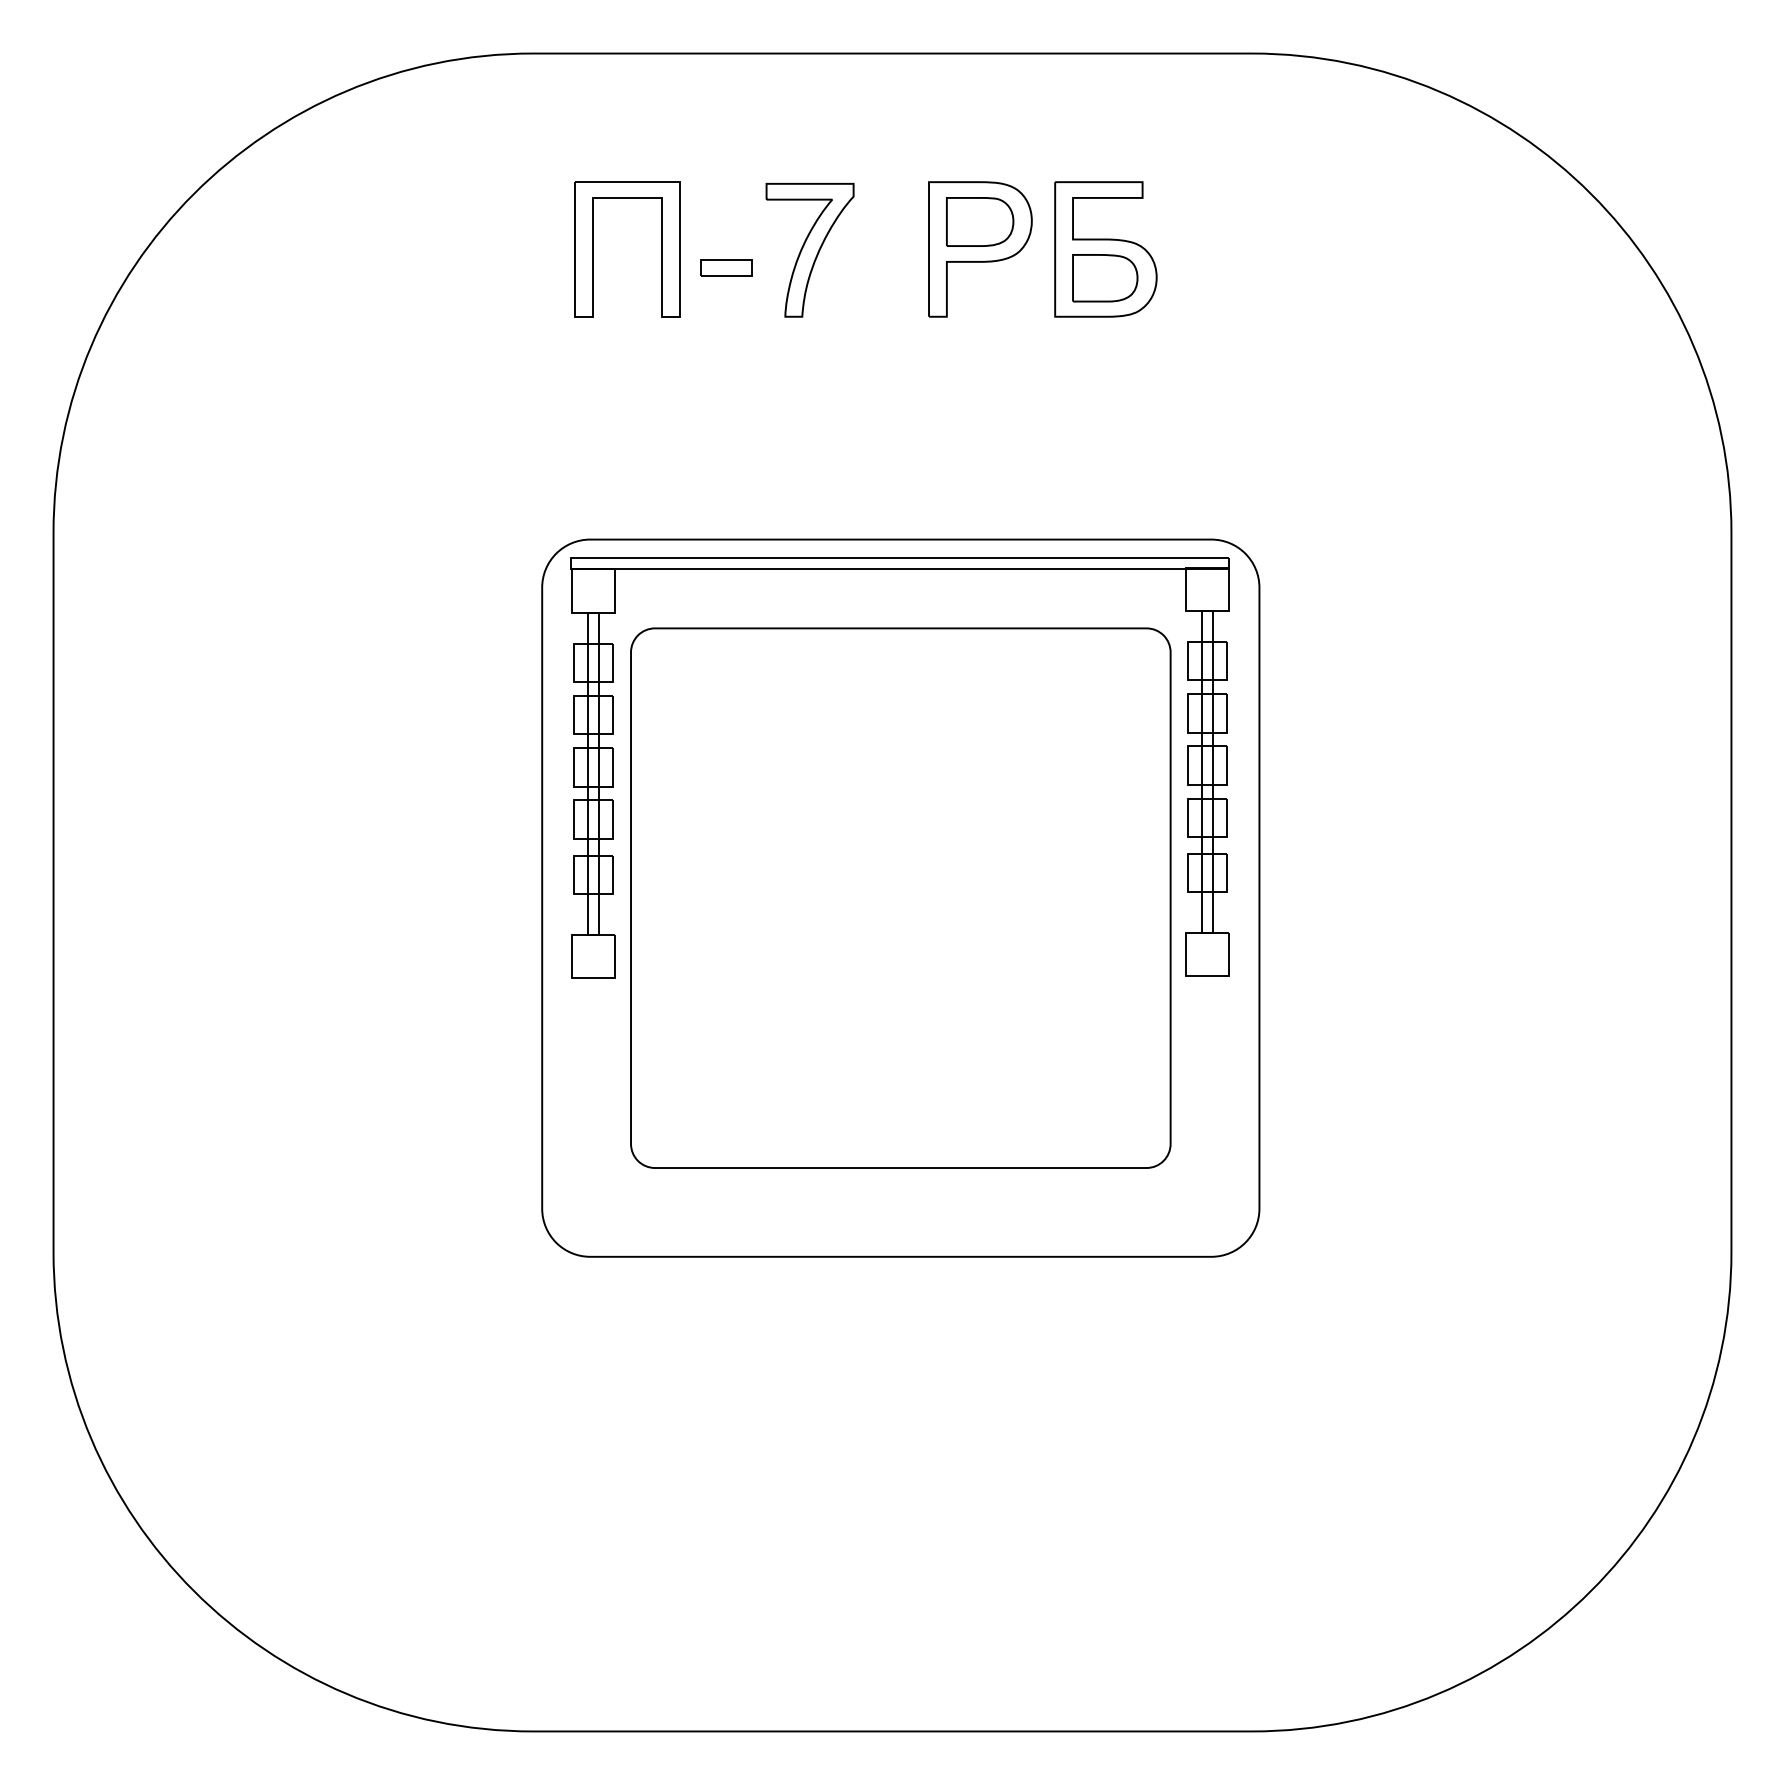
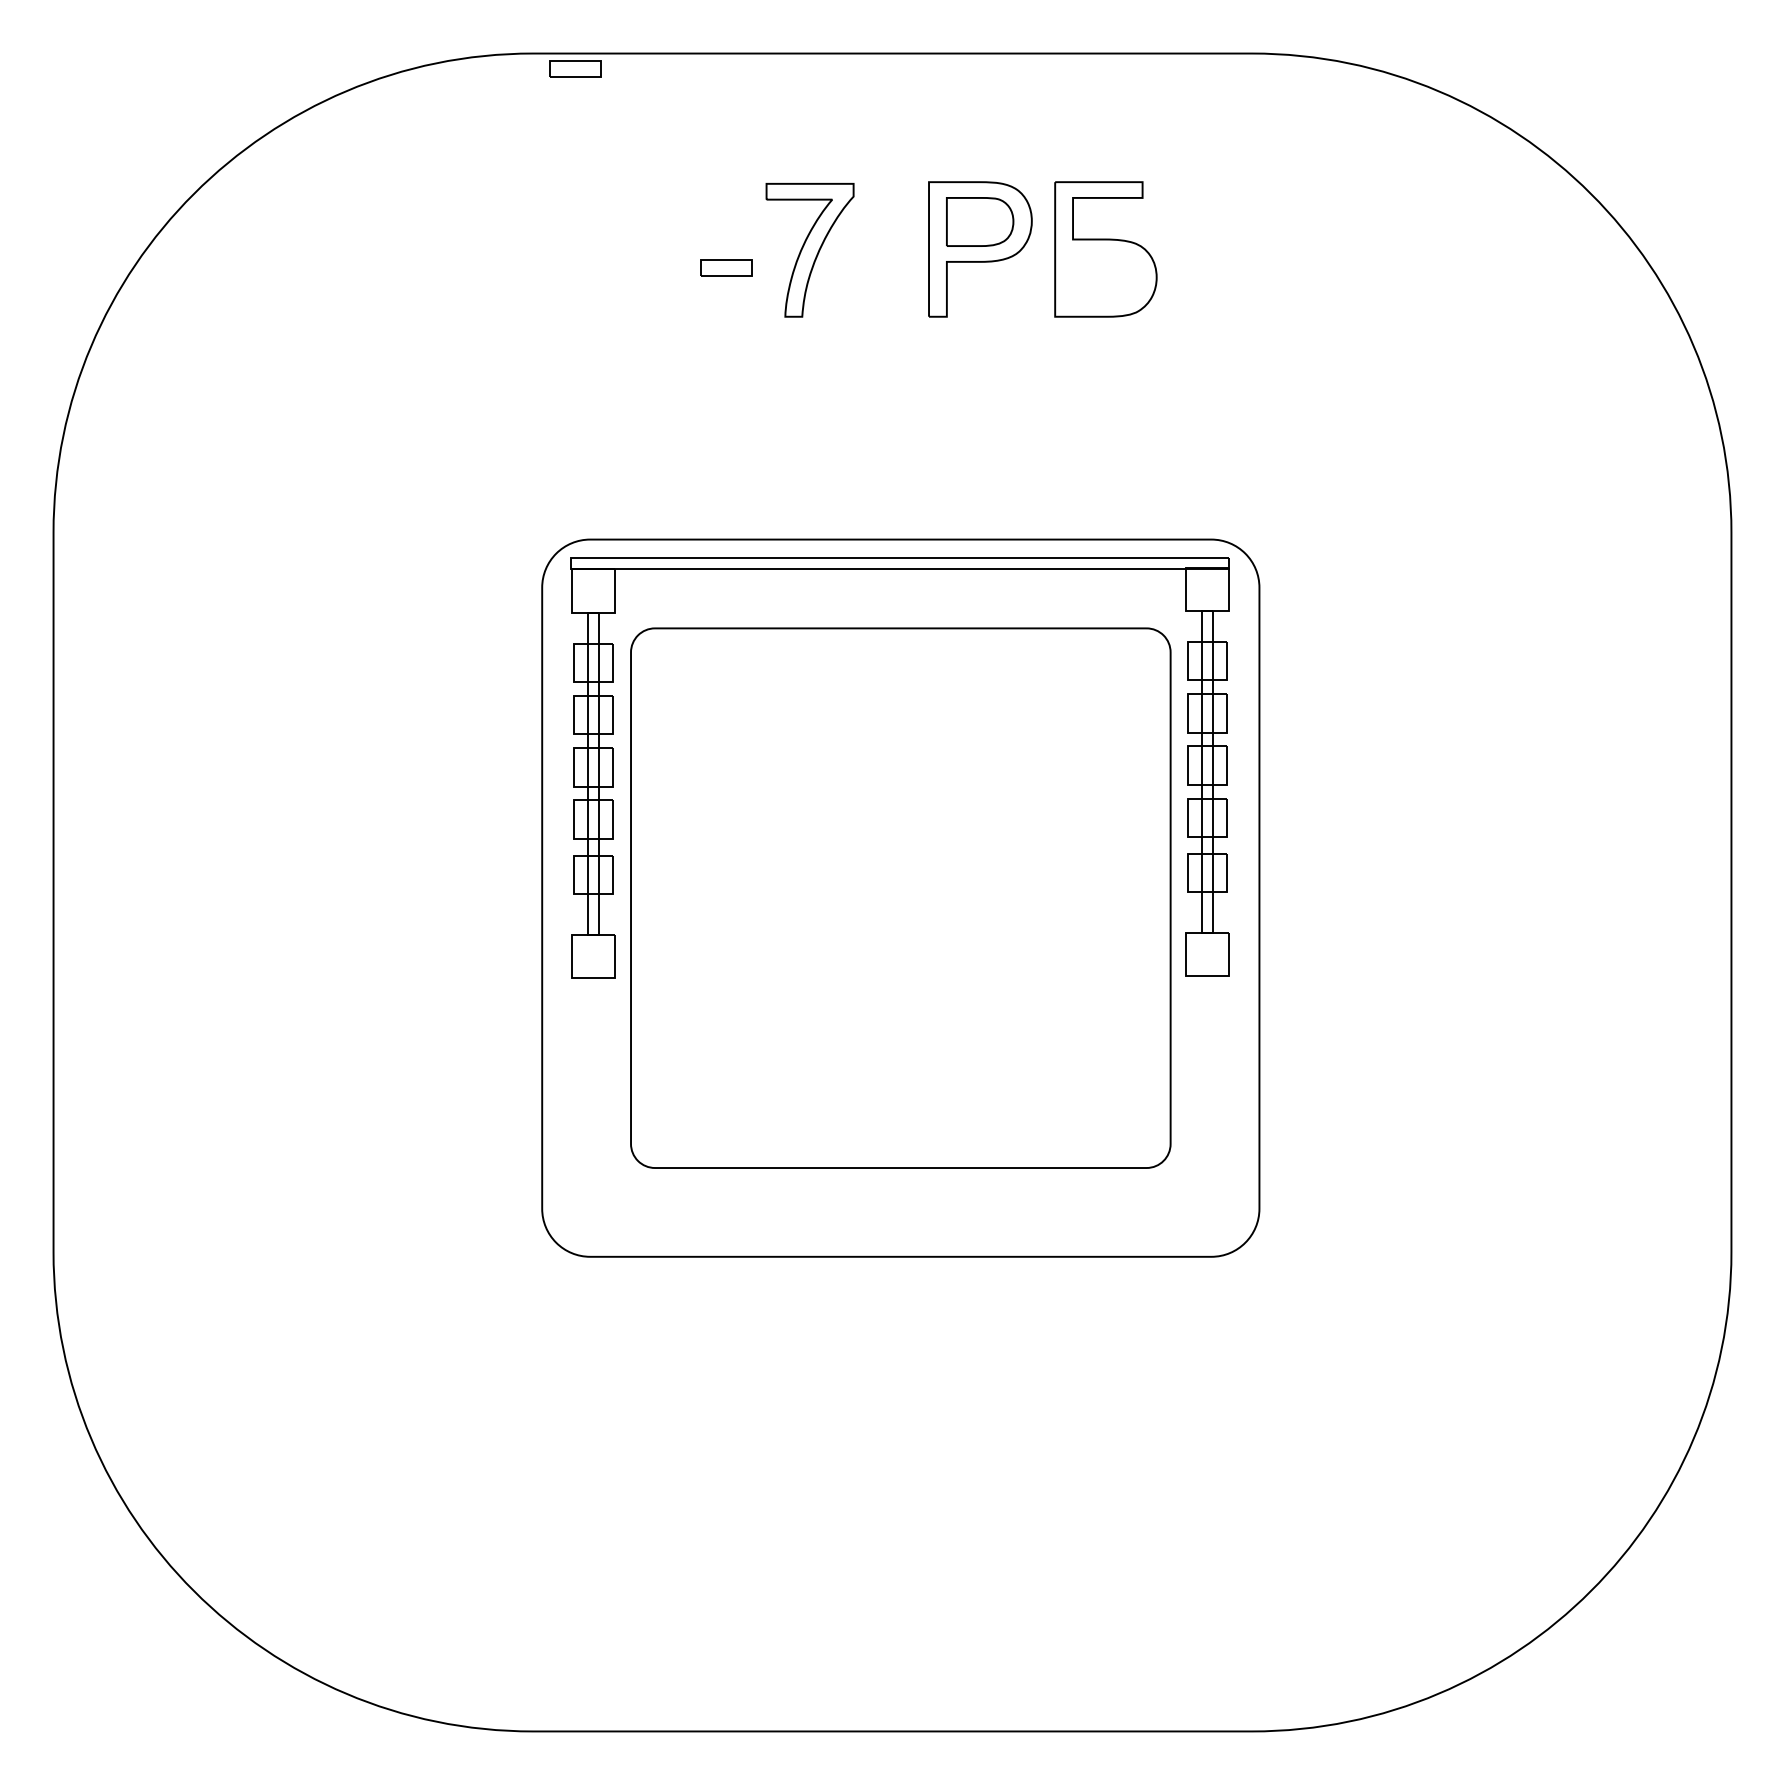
part at (575, 68): none -> present
part at (593, 249): present -> none
part at (1105, 278): present -> none
